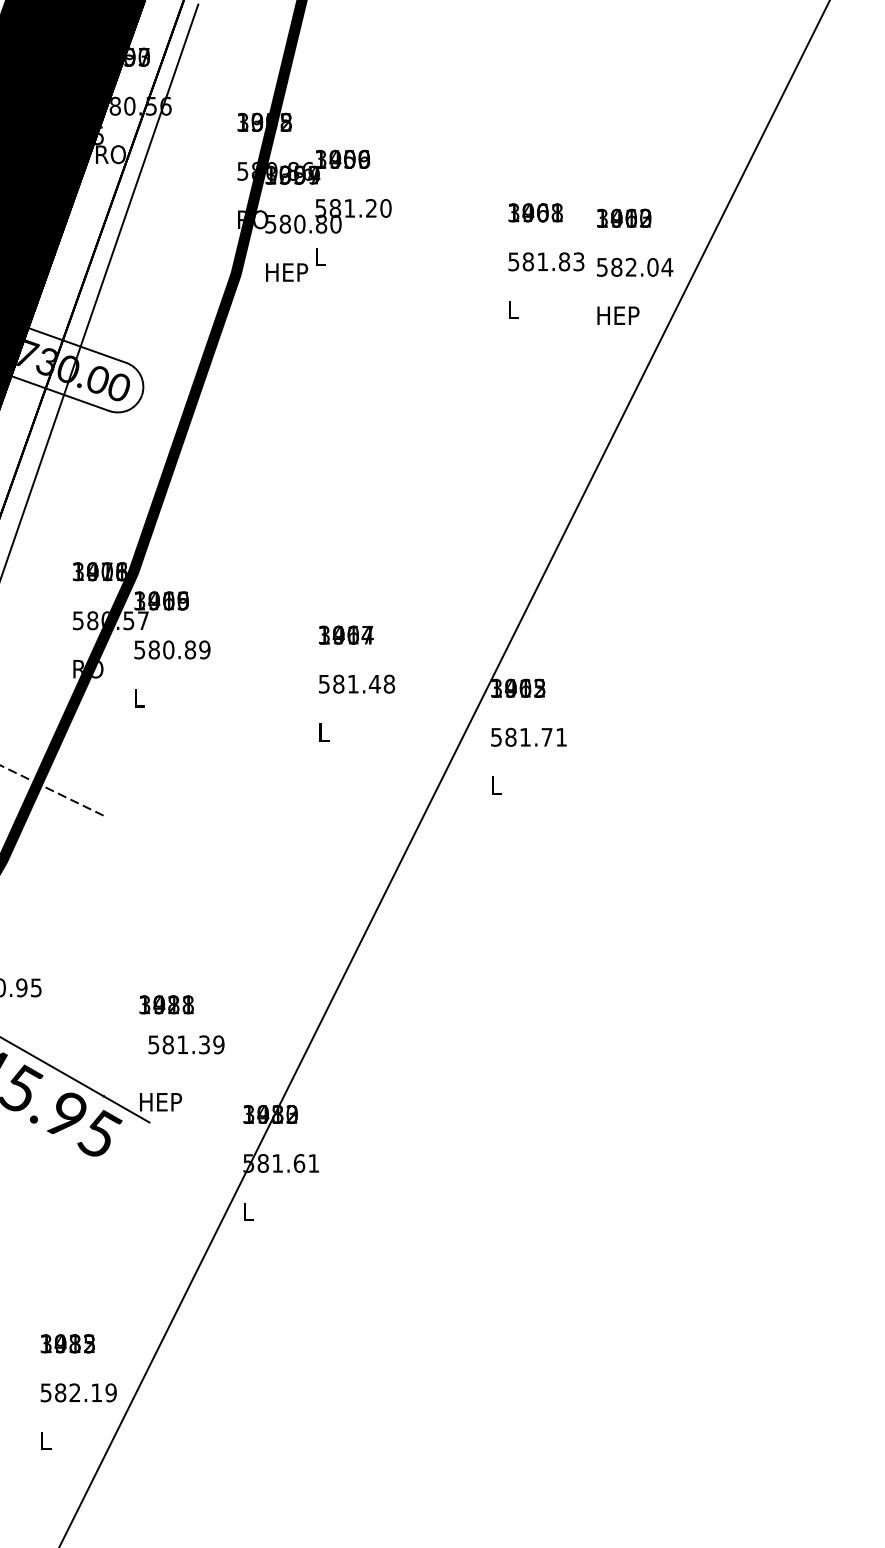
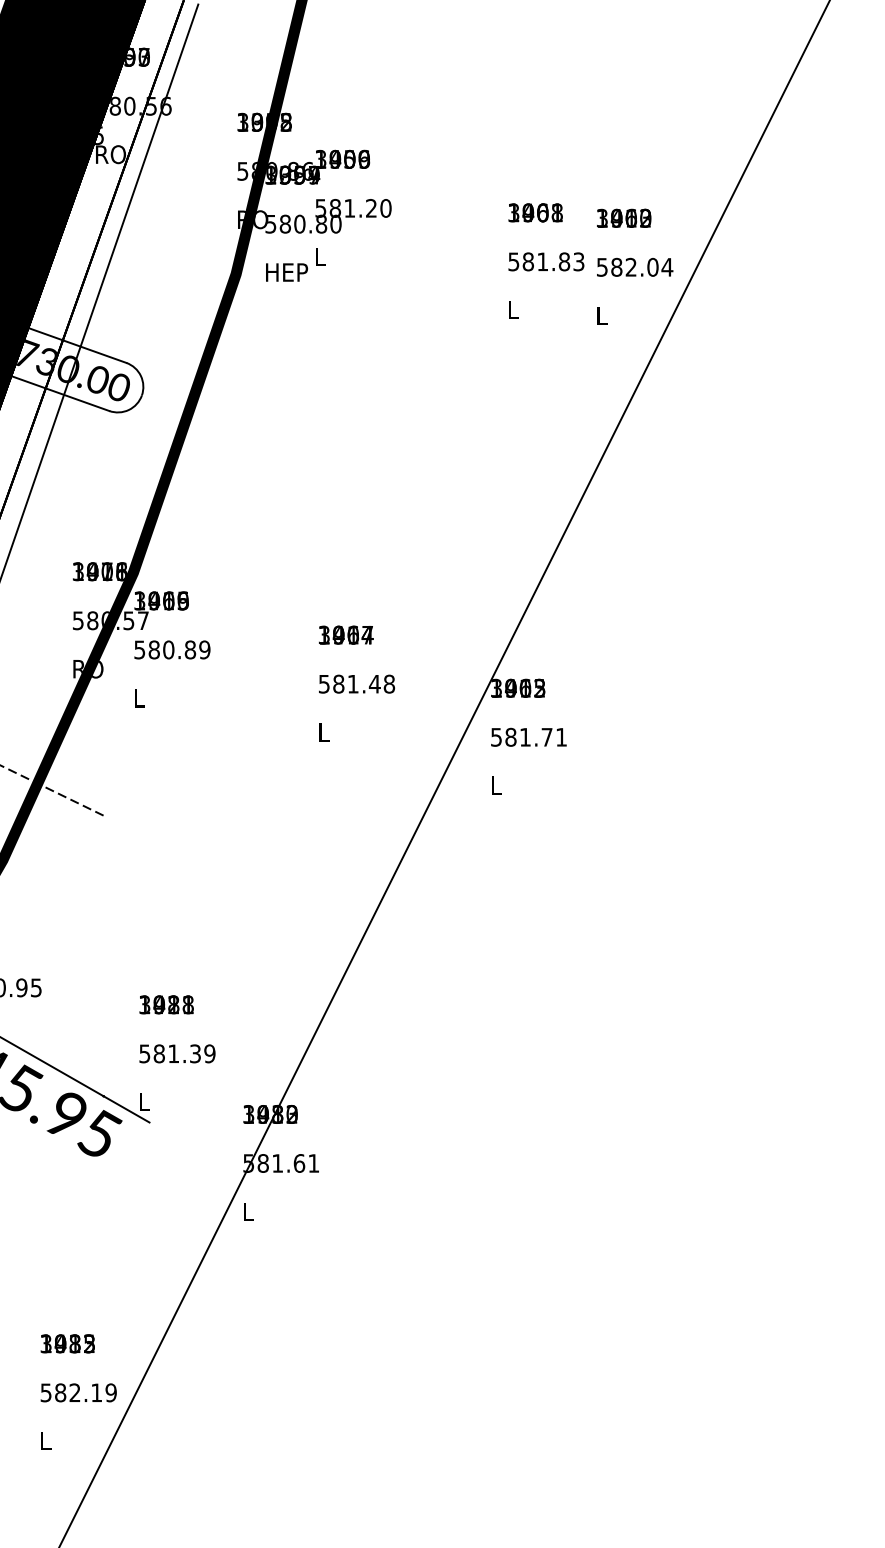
text at (618, 315): HEP -> L
text at (186, 1044) position: (186, 1044) -> (177, 1053)
text at (160, 1102): HEP -> L
